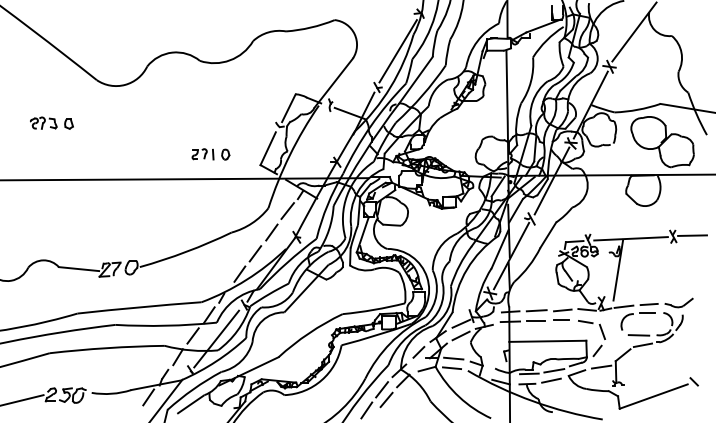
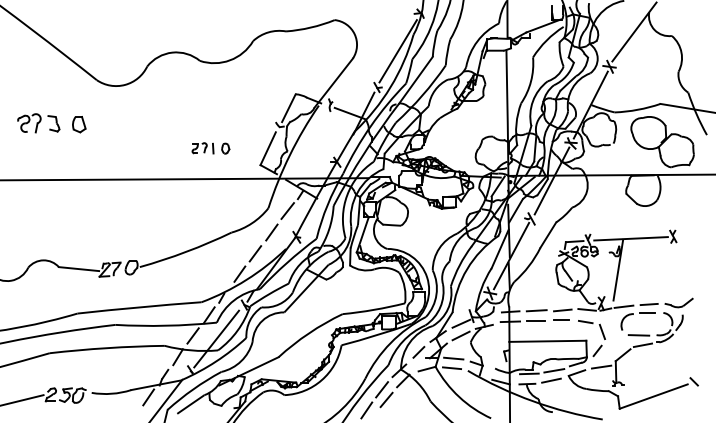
part at (51, 122) size: 44x14 px -> 70x21 px
part at (210, 154) position: (210, 154) -> (210, 148)
line at (692, 235): present -> none
